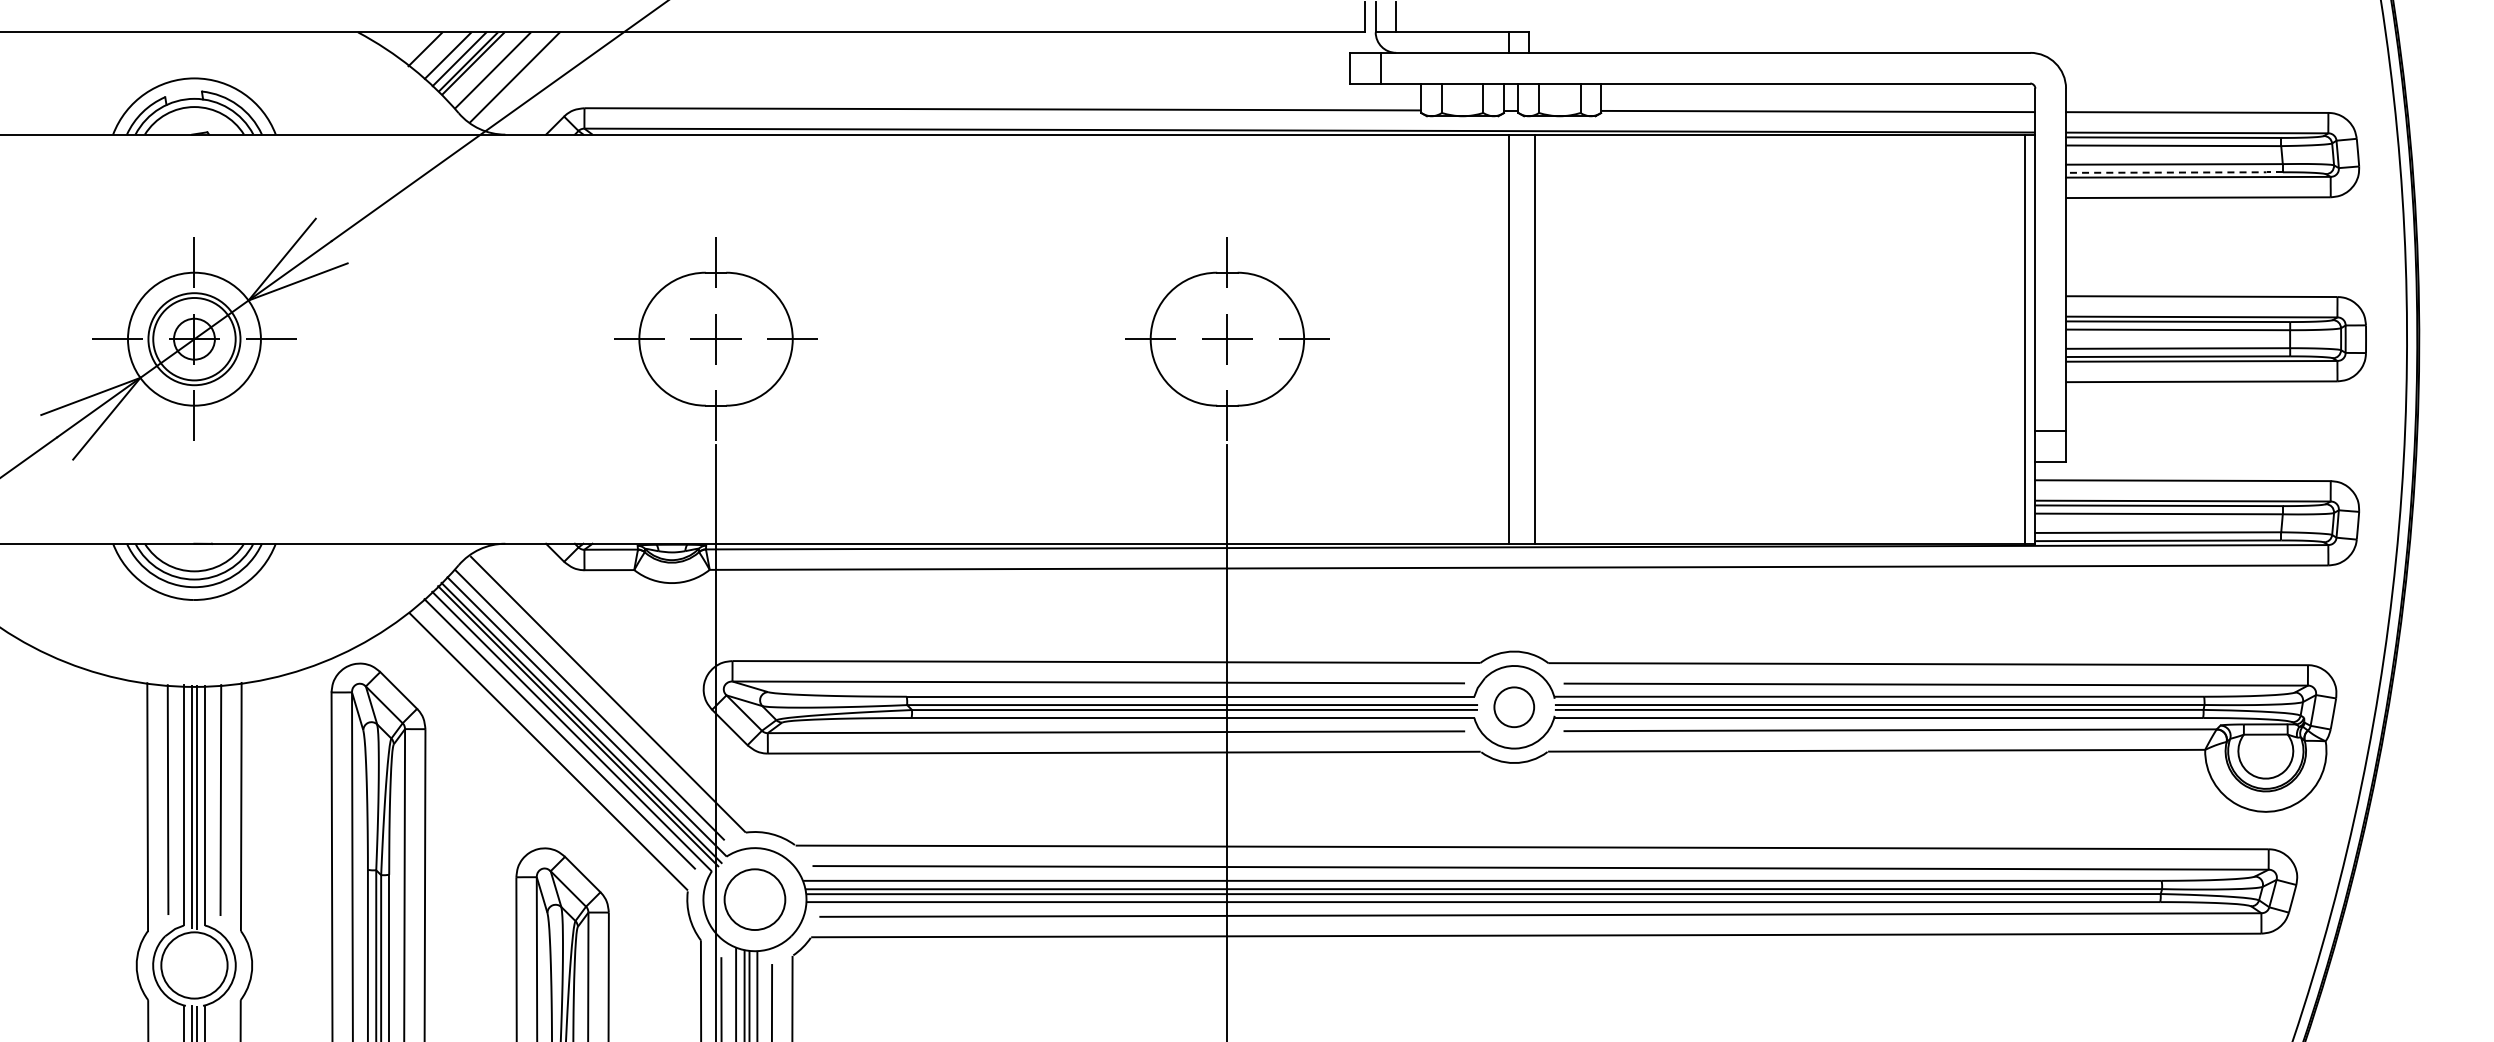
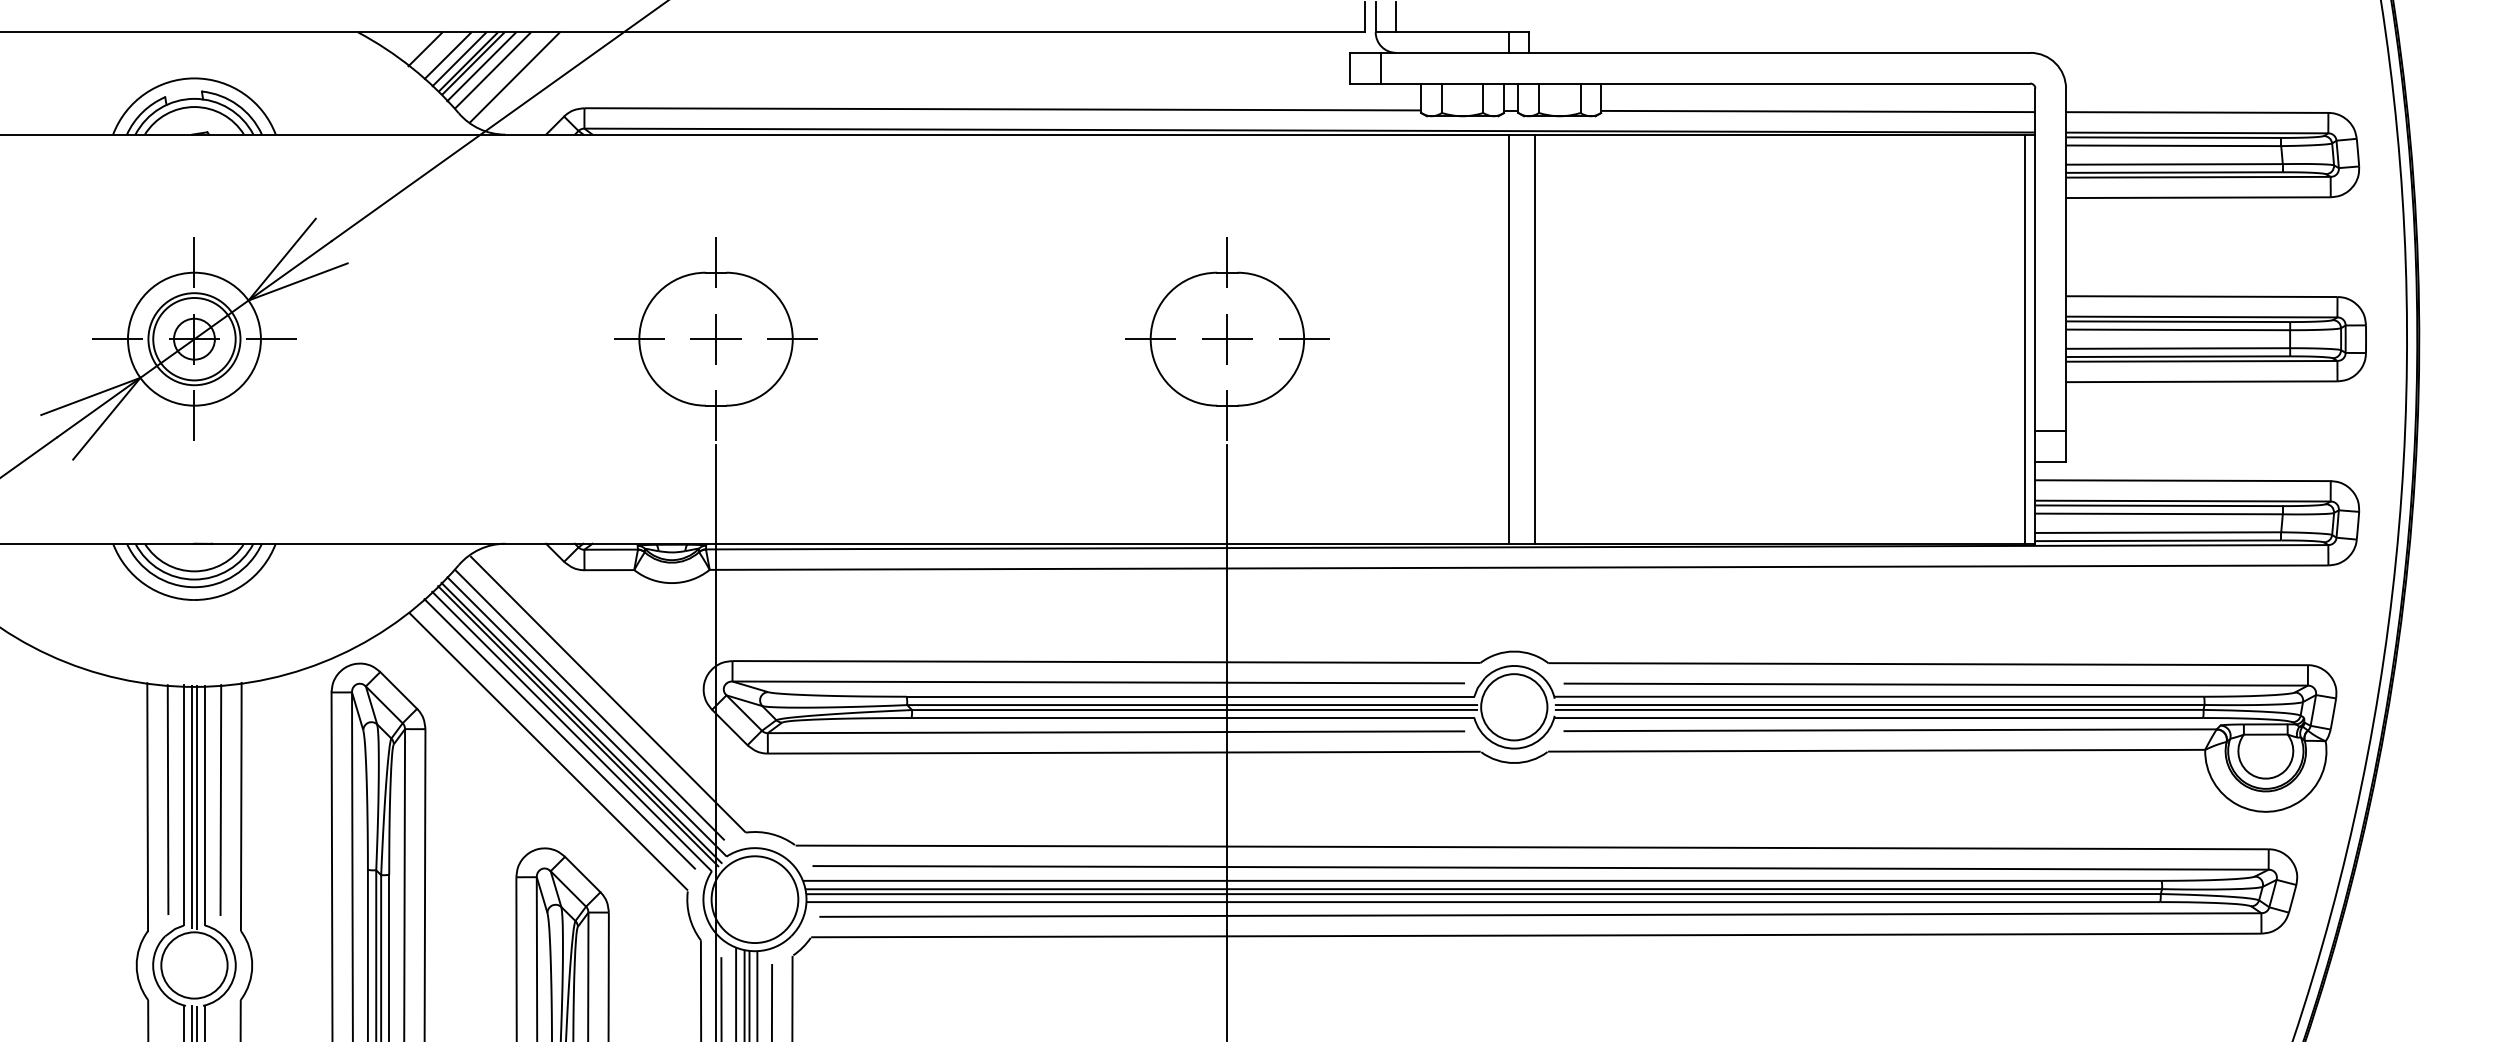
line at (481, 66): none -> present
line at (2176, 172): dashed -> solid
circle at (1514, 707) diameter: 40 px -> 66 px
circle at (754, 899) diameter: 61 px -> 87 px
